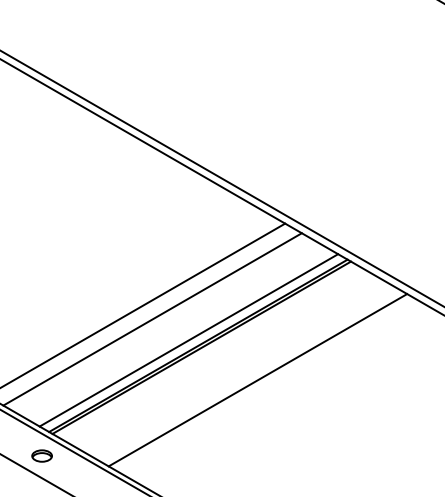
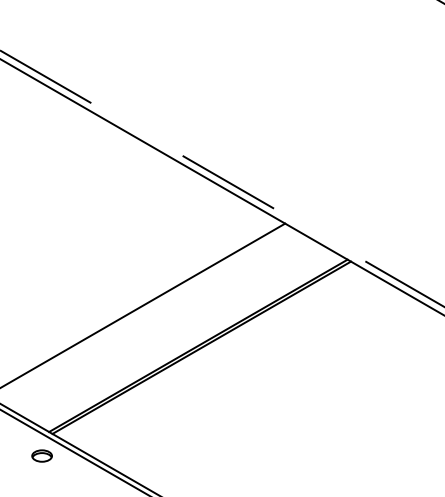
line at (222, 178): solid -> dashed
line at (152, 319): present -> none
line at (188, 340): present -> none
line at (257, 380): present -> none
line at (35, 474): present -> none
